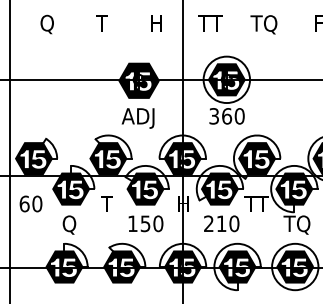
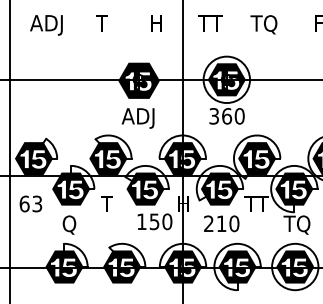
text at (46, 24): Q -> ADJ
text at (37, 203): 60 -> 63
text at (145, 223) position: (145, 223) -> (154, 221)
